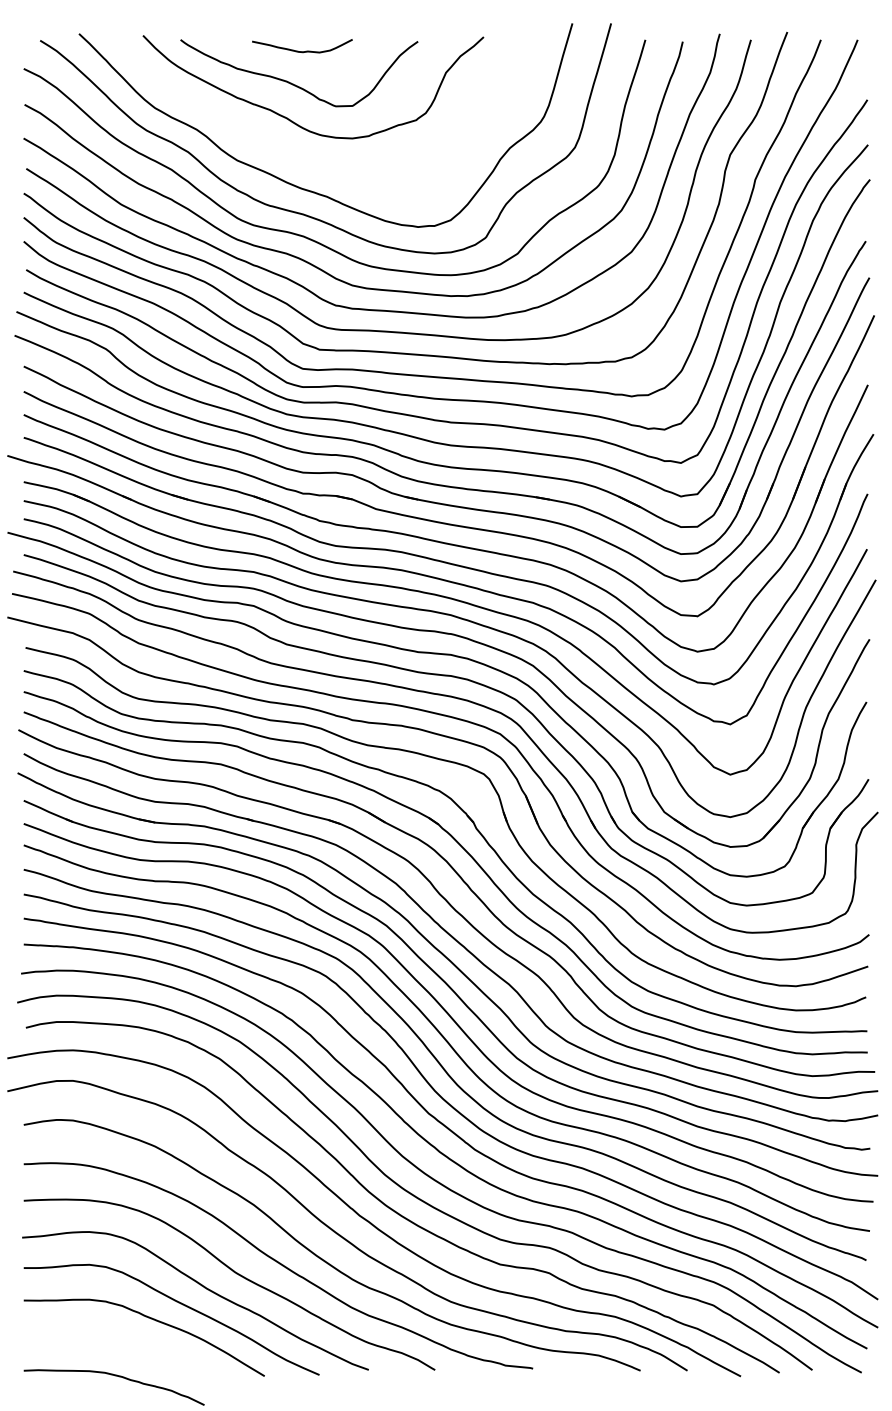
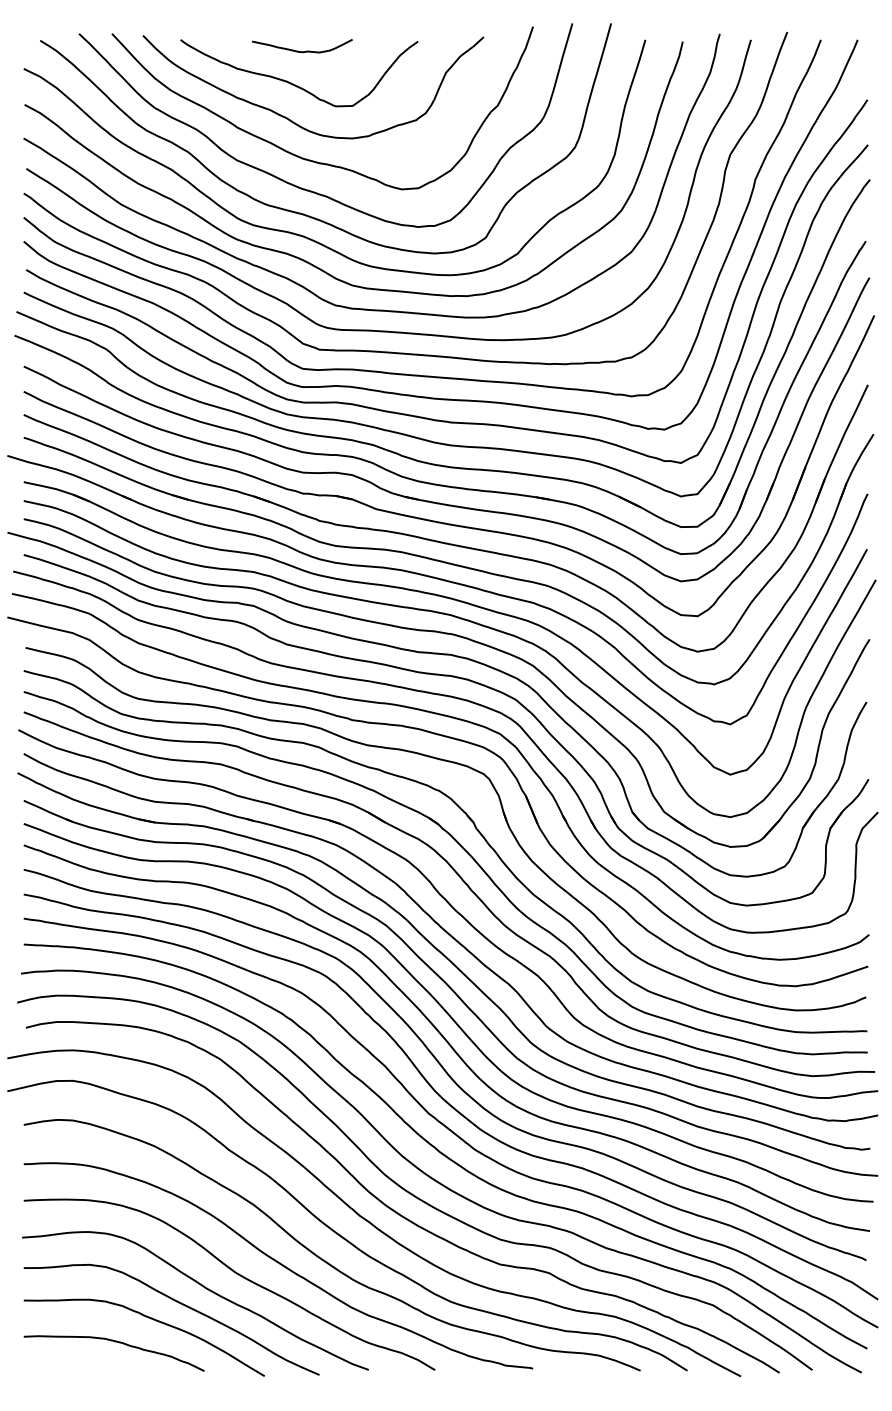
curve at (310, 159): none -> present
curve at (115, 1376) position: (115, 1376) -> (115, 1342)
